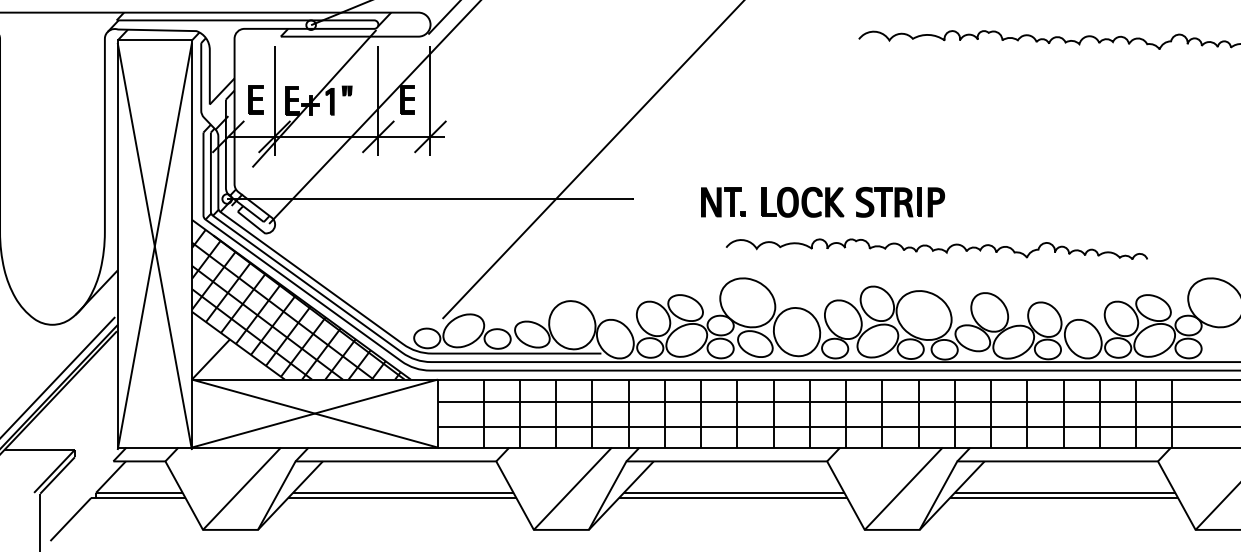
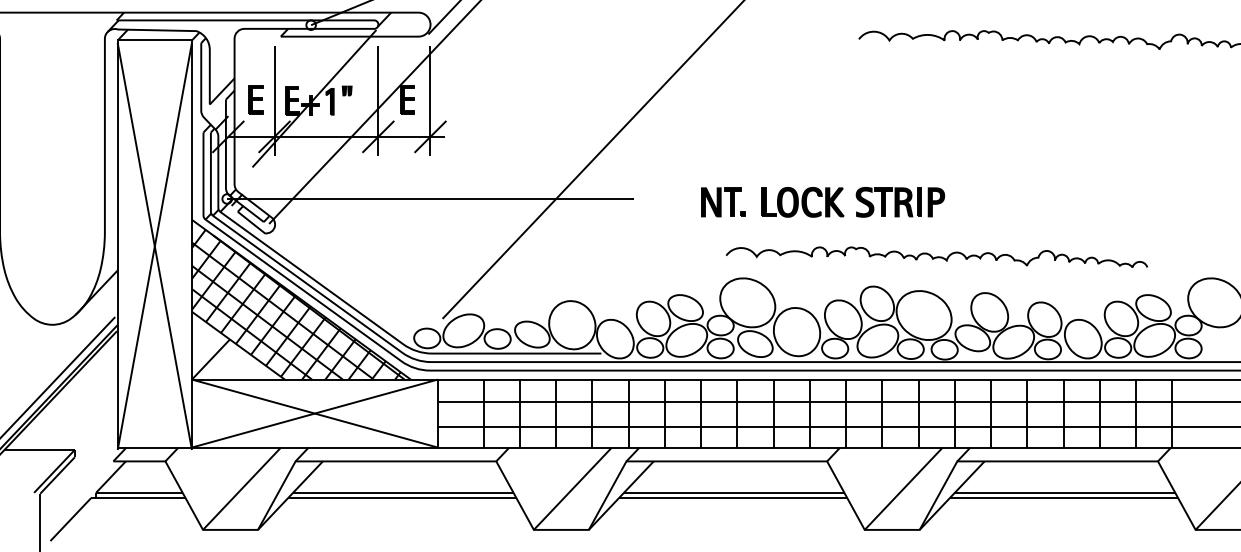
part at (936, 248) position: (936, 248) -> (936, 256)
